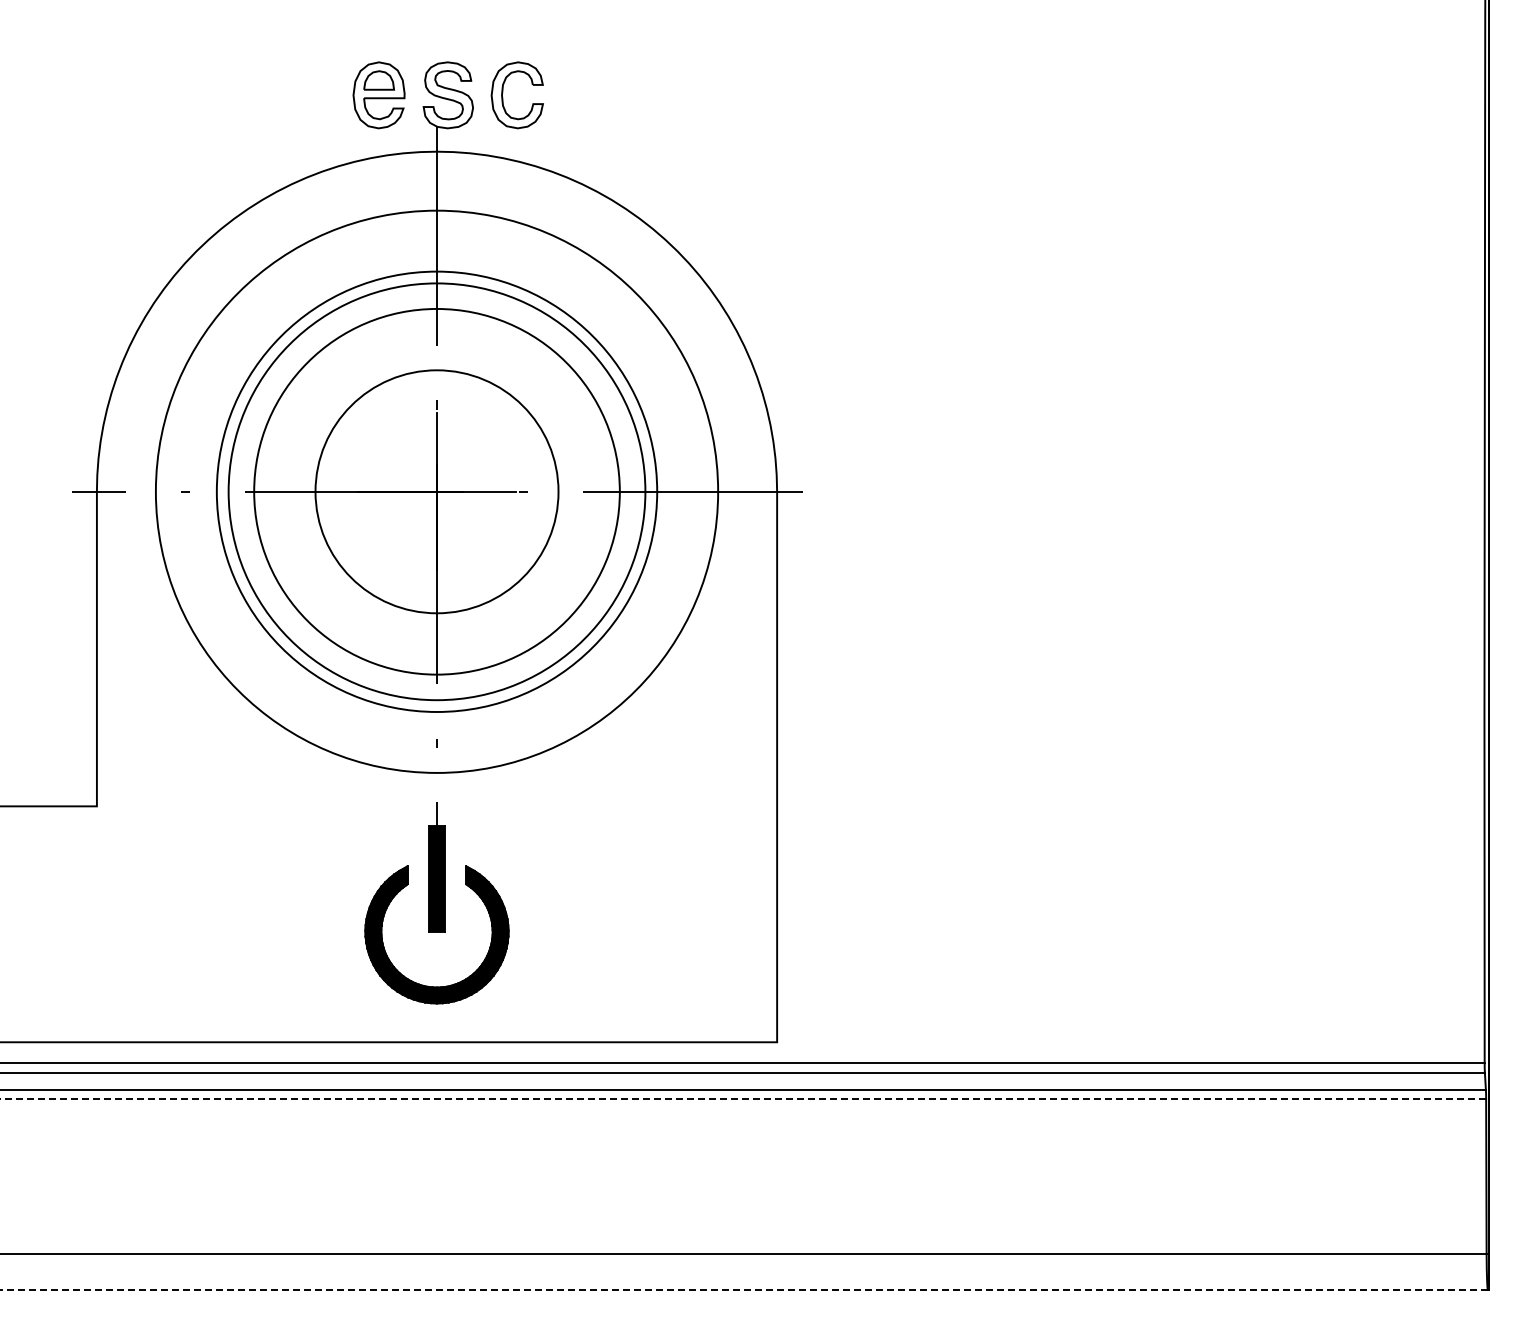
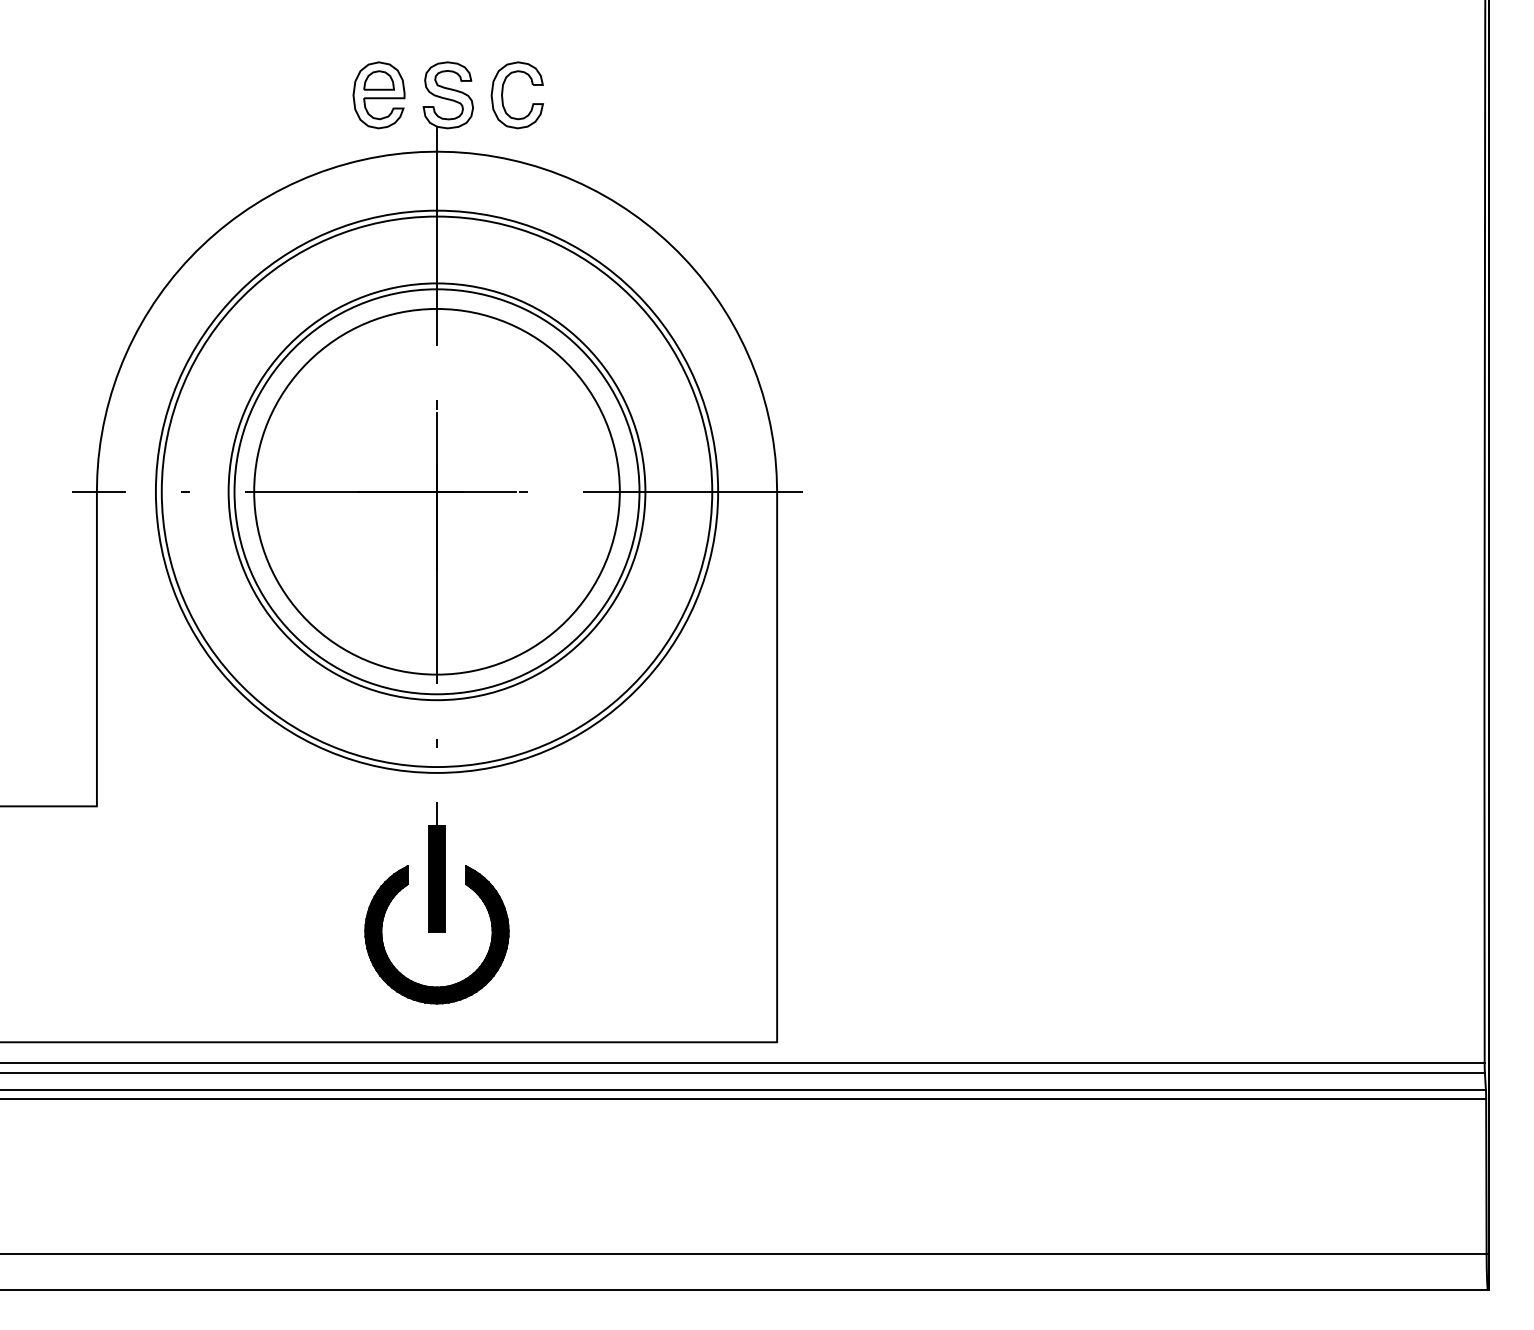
circle at (436, 491) diameter: 243 px -> 405 px
circle at (436, 491) diameter: 440 px -> 550 px
line at (743, 1099): dashed -> solid
line at (743, 1289): dashed -> solid
